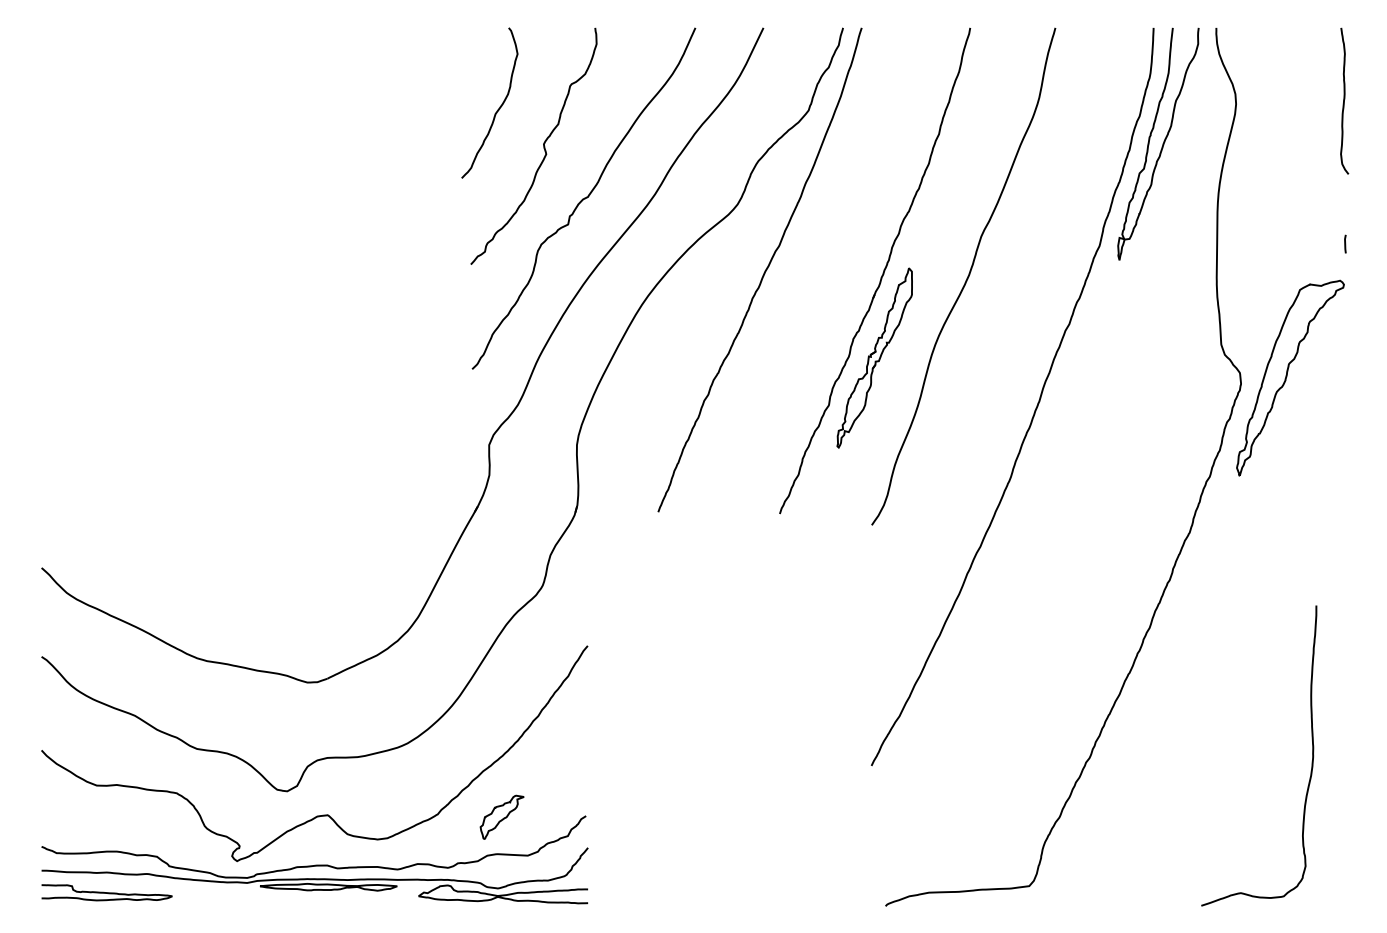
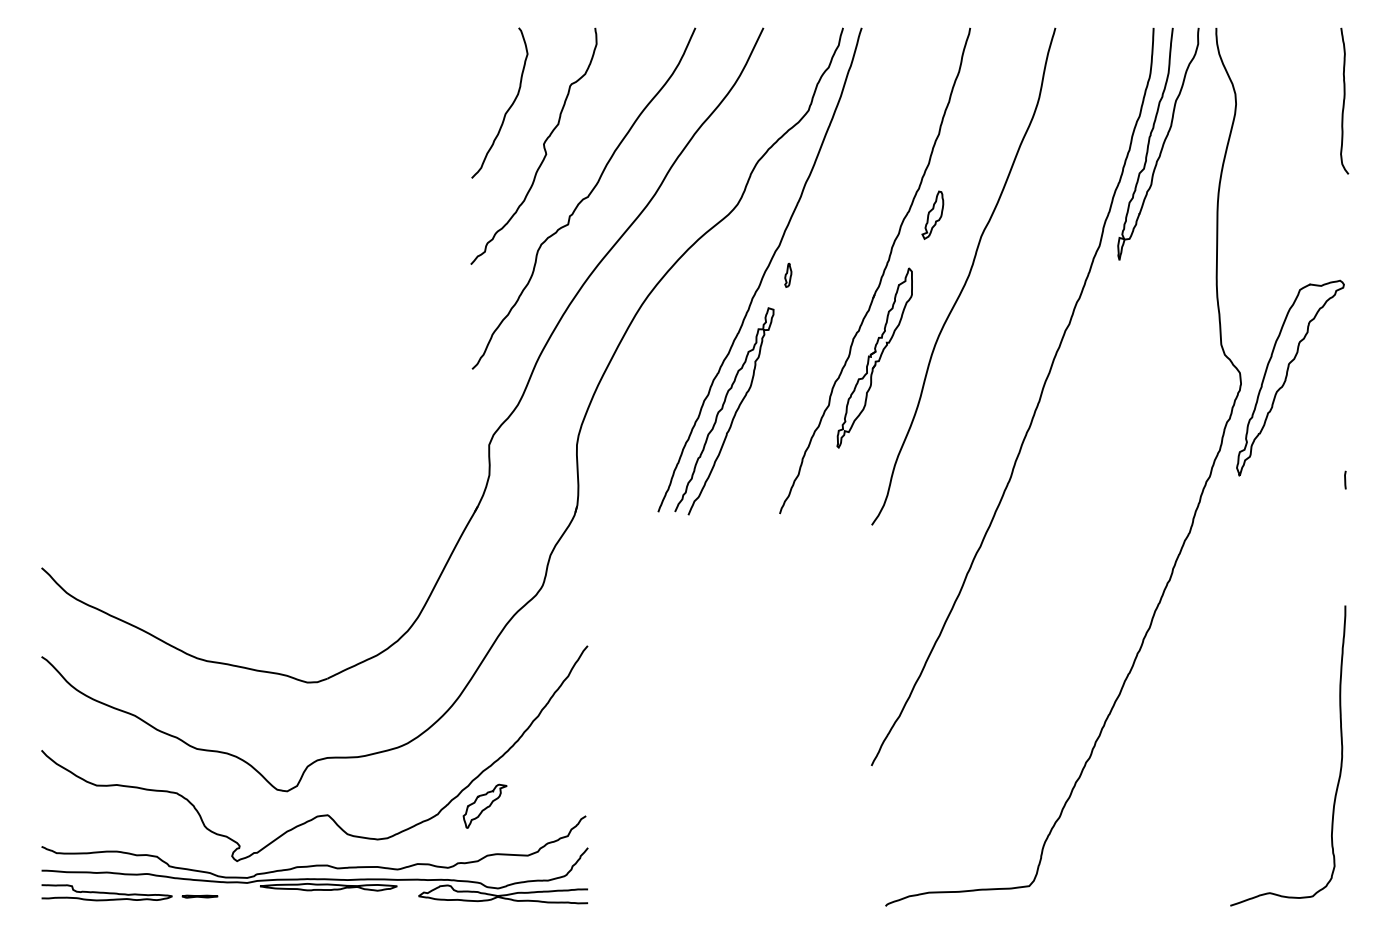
curve at (497, 109) position: (497, 109) -> (507, 109)
part at (932, 214): none -> present
line at (1345, 243) position: (1345, 243) -> (1345, 479)
part at (788, 274): none -> present
curve at (722, 409): none -> present
curve at (1311, 761) position: (1311, 761) -> (1340, 761)
part at (501, 816) position: (501, 816) -> (484, 805)
line at (199, 896): none -> present
